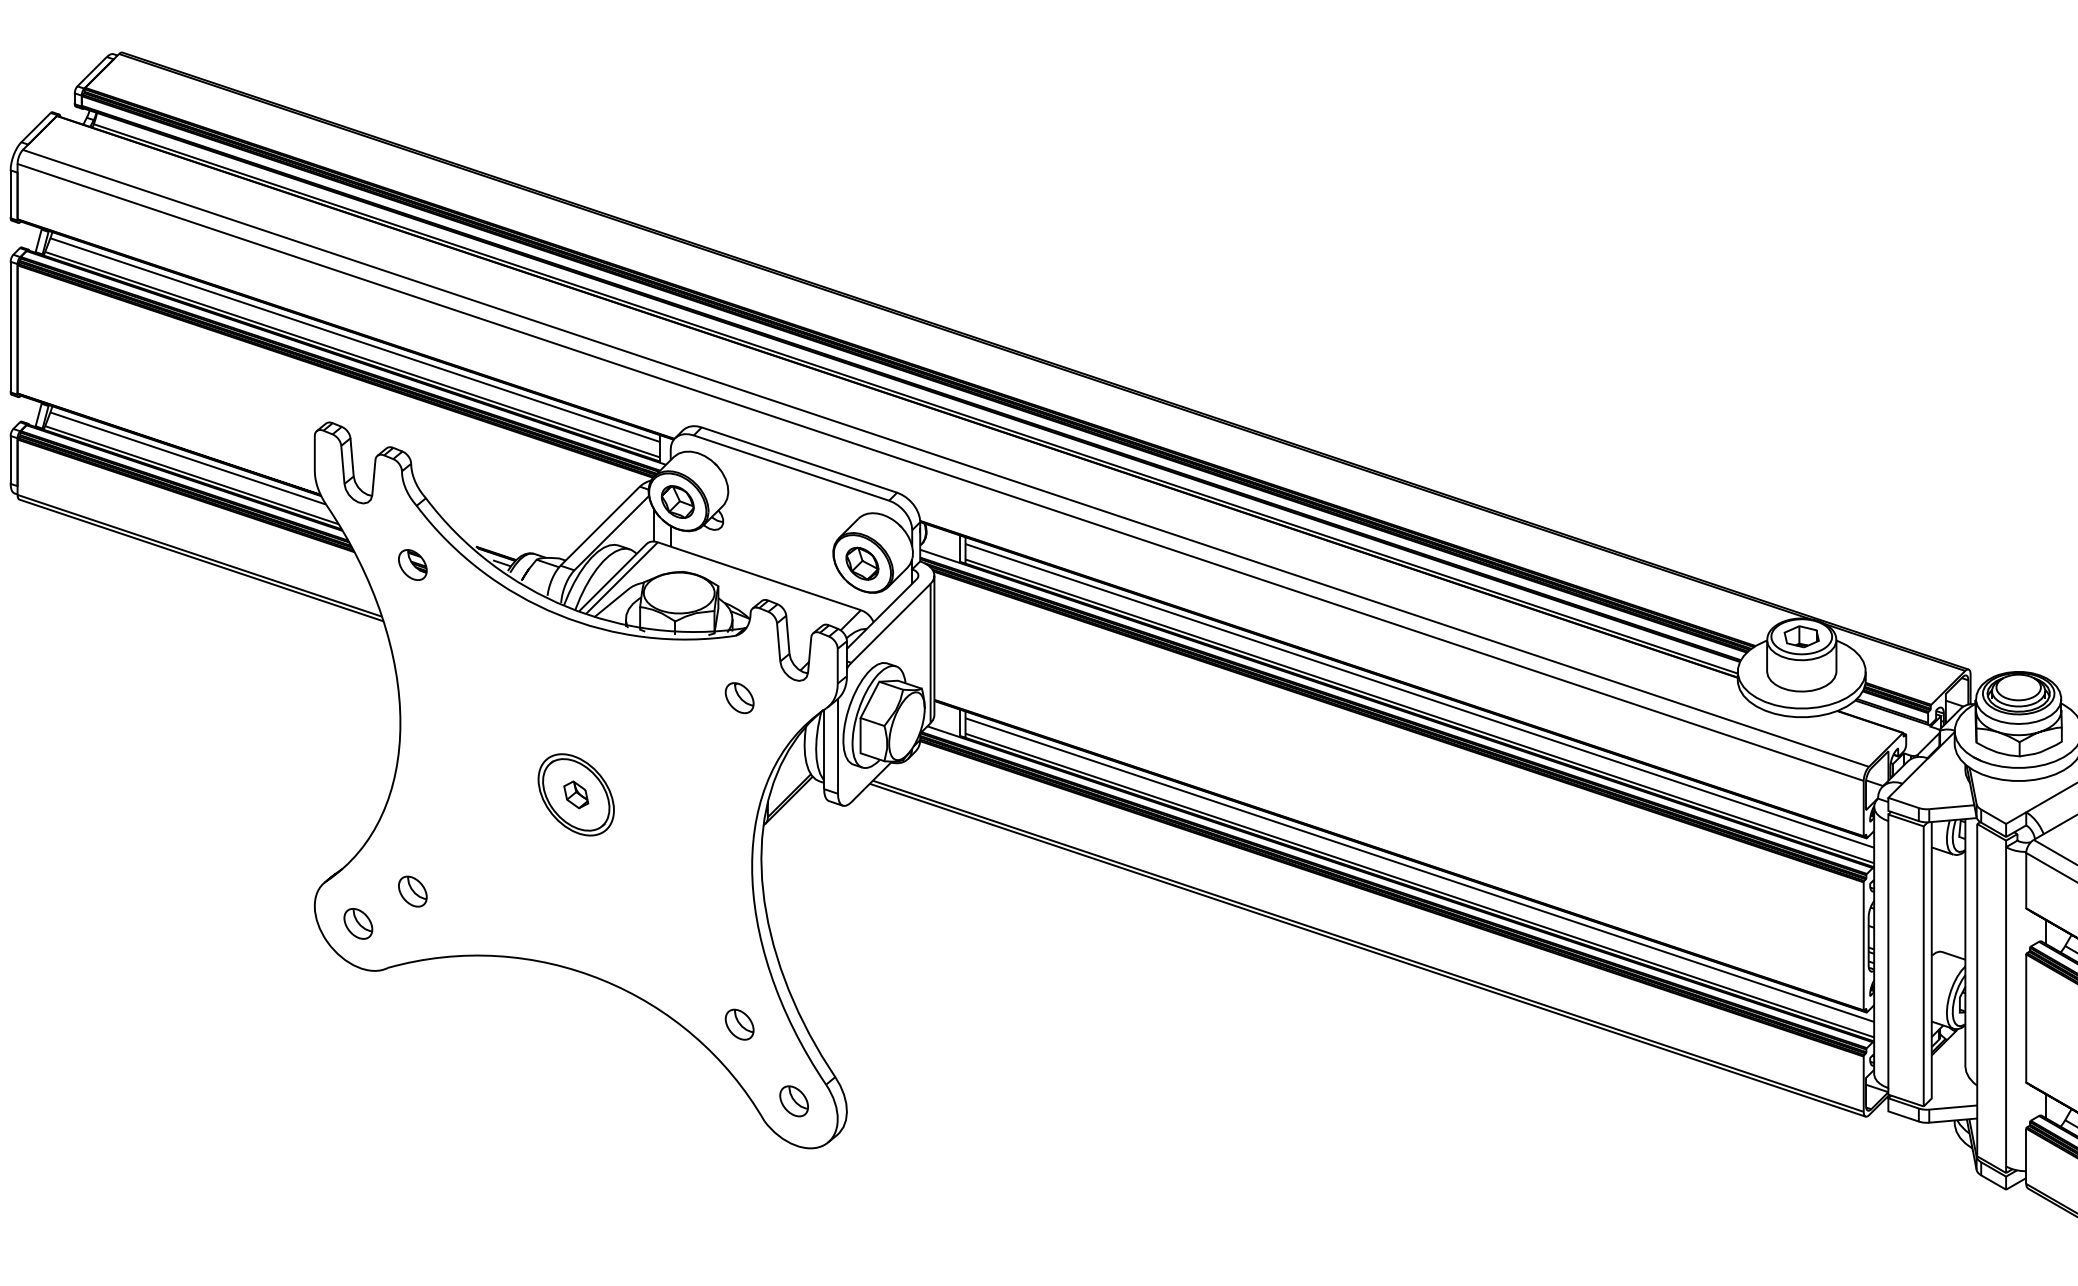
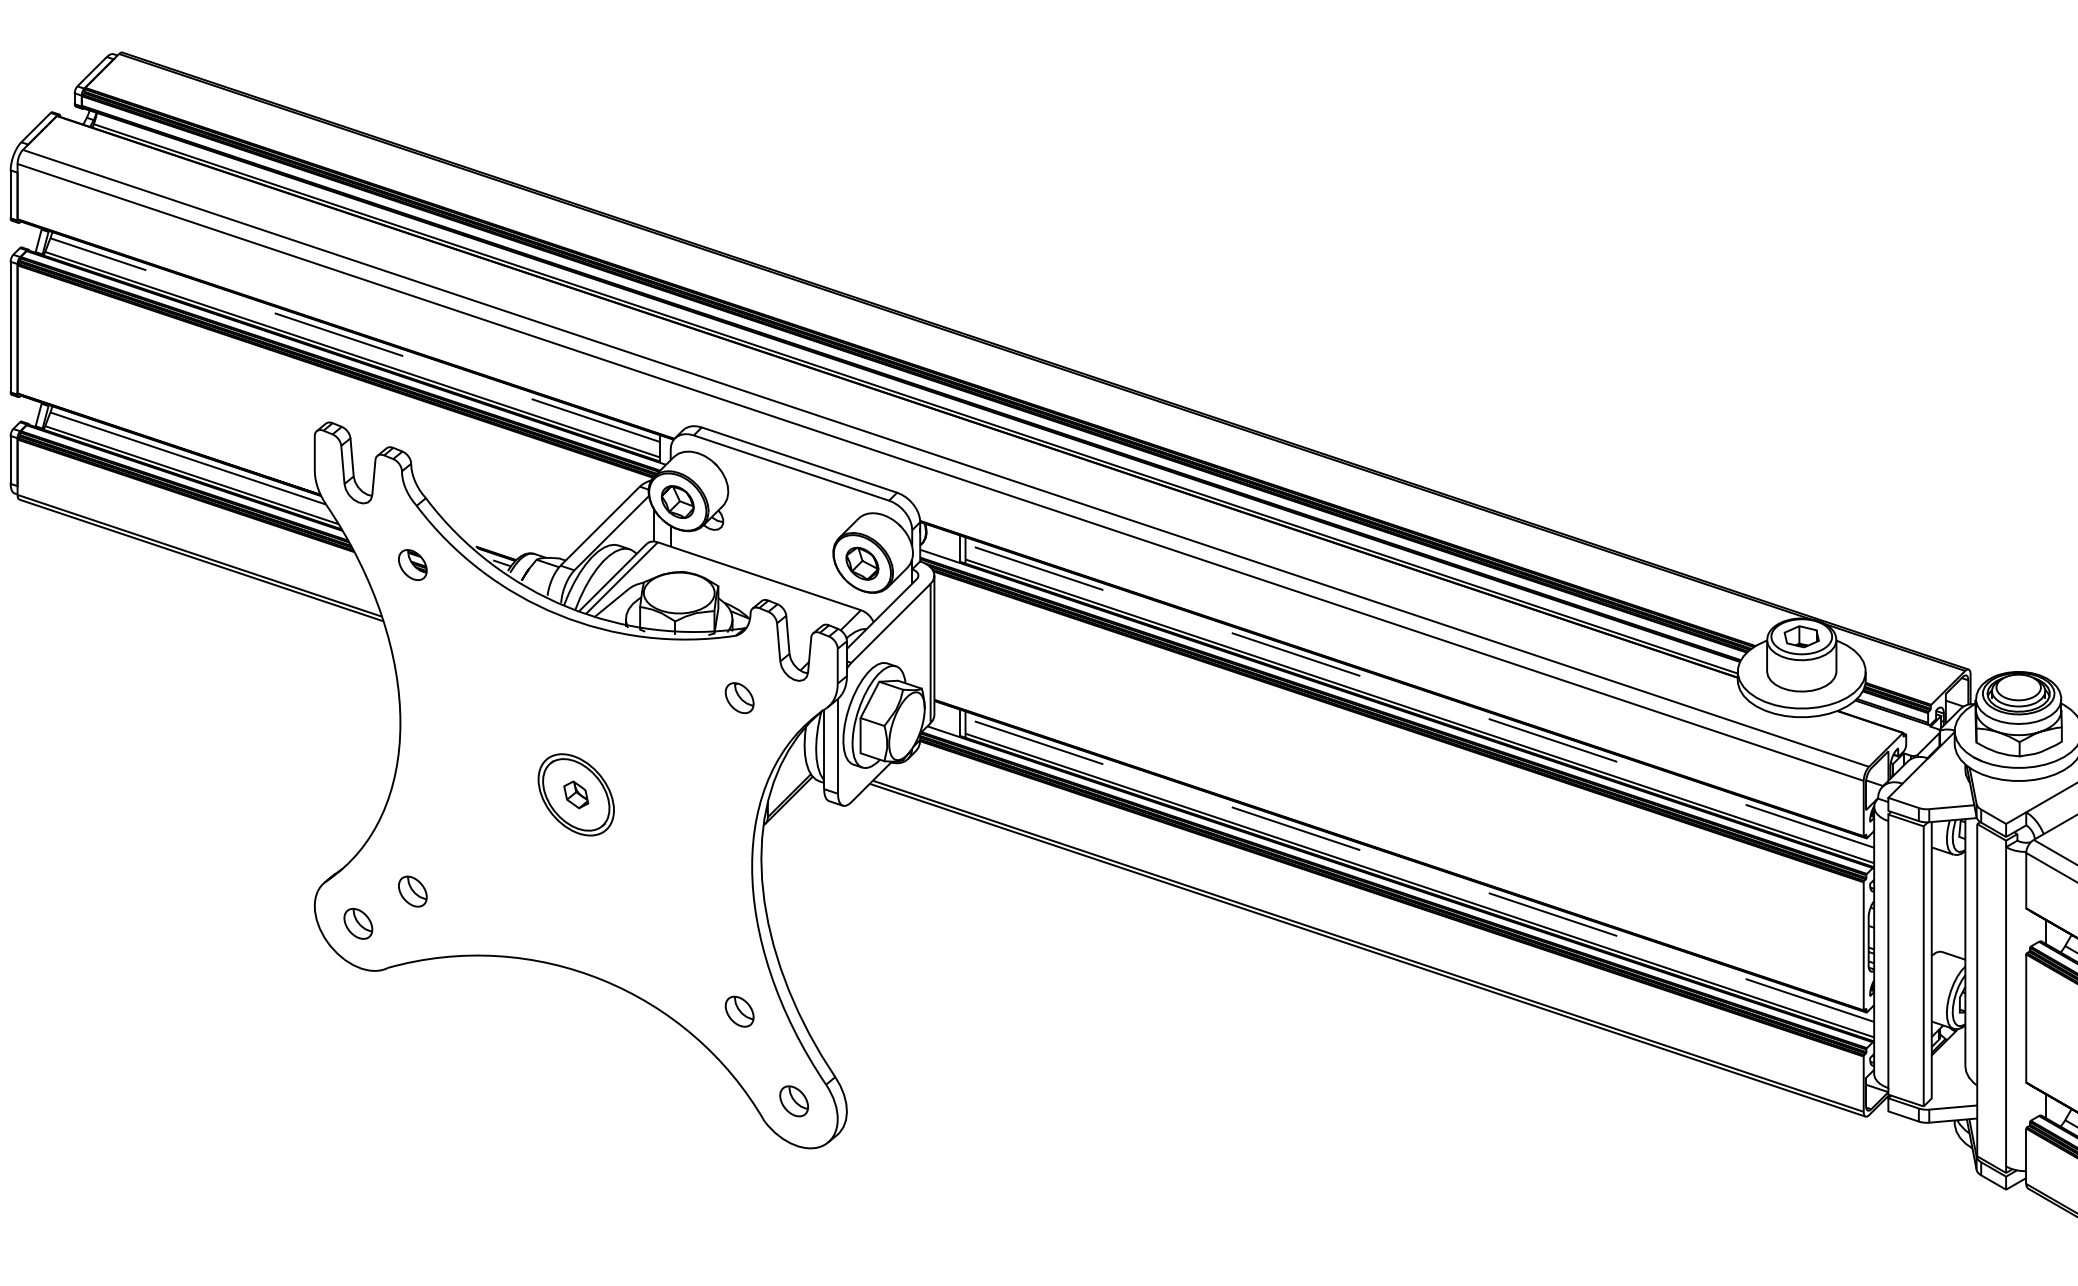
line at (354, 339): solid -> dashed
line at (1419, 695): solid -> dashed
line at (1419, 869): solid -> dashed
part at (739, 1024) position: (739, 1024) -> (739, 1011)
